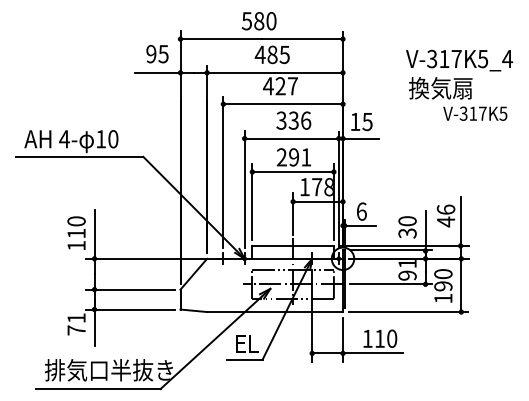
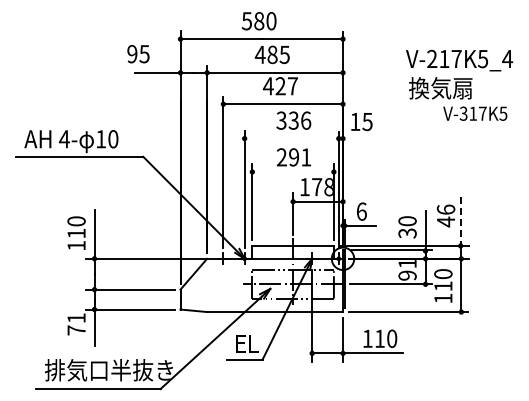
text at (157, 54) position: (157, 54) -> (138, 54)
text at (432, 59): V-317K5_4 -> V-217K5_4
line at (311, 138): present -> none
line at (292, 171): present -> none
line at (460, 222): solid -> dashed
text at (443, 286): 190 -> 110
